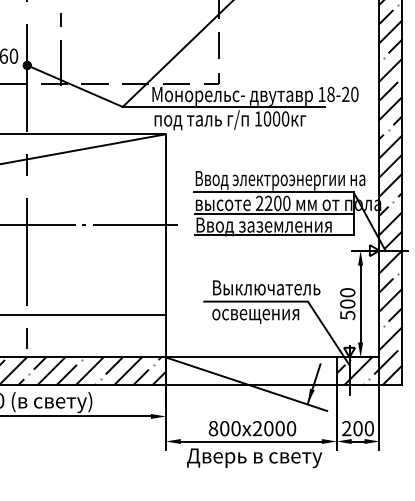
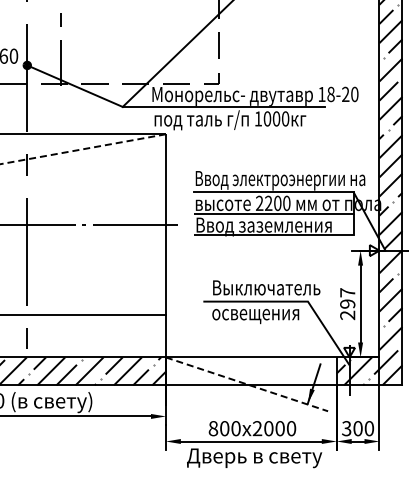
line at (83, 149): solid -> dashed
text at (347, 304): 500 -> 297
line at (247, 384): solid -> dashed
text at (346, 428): 200 -> 300
